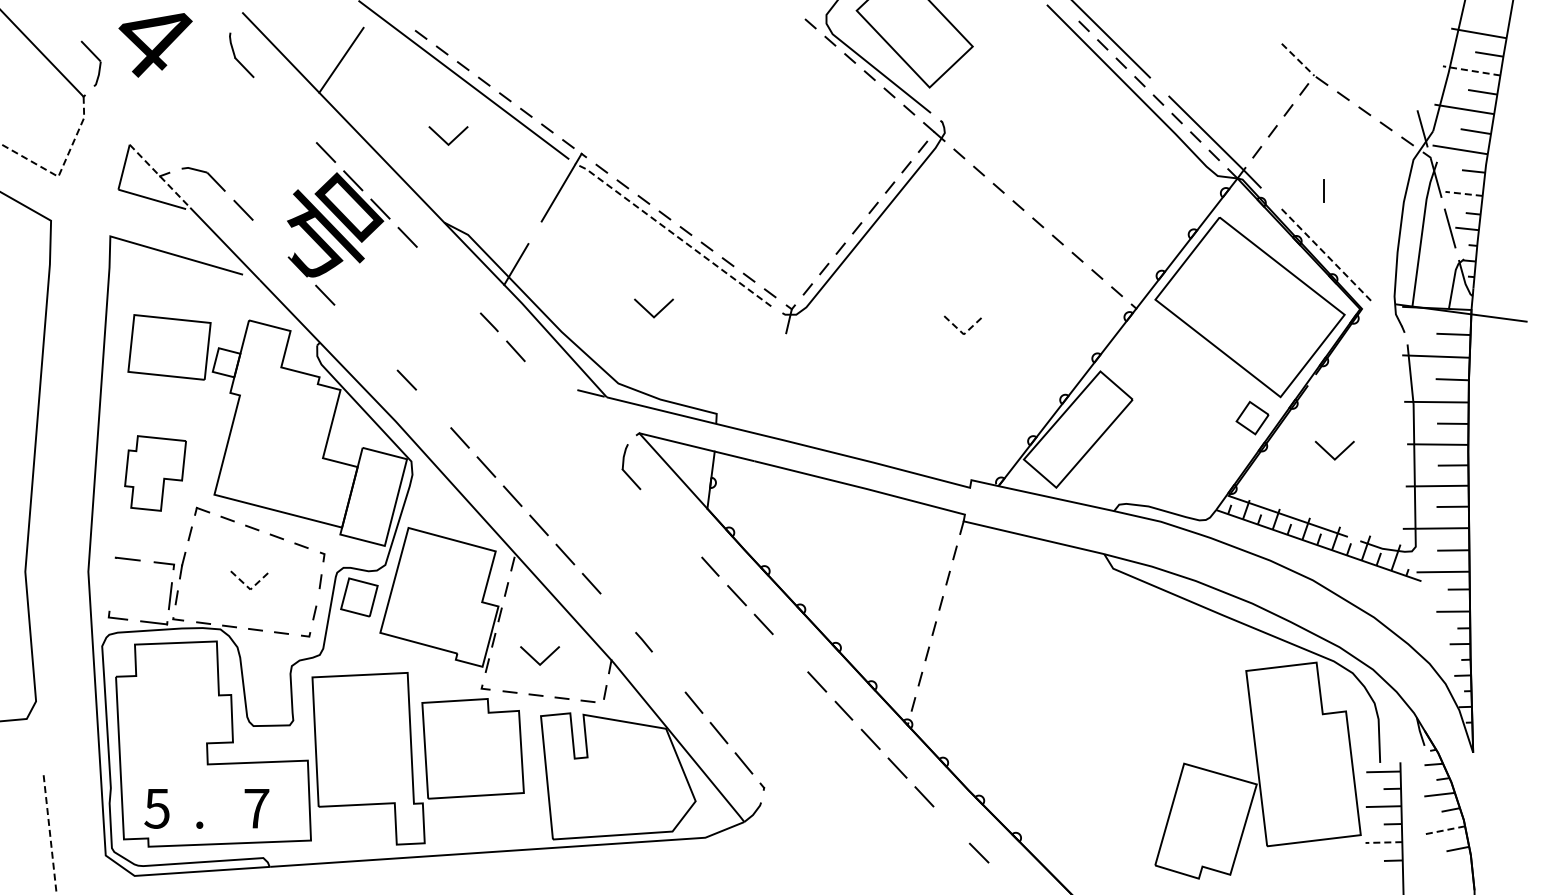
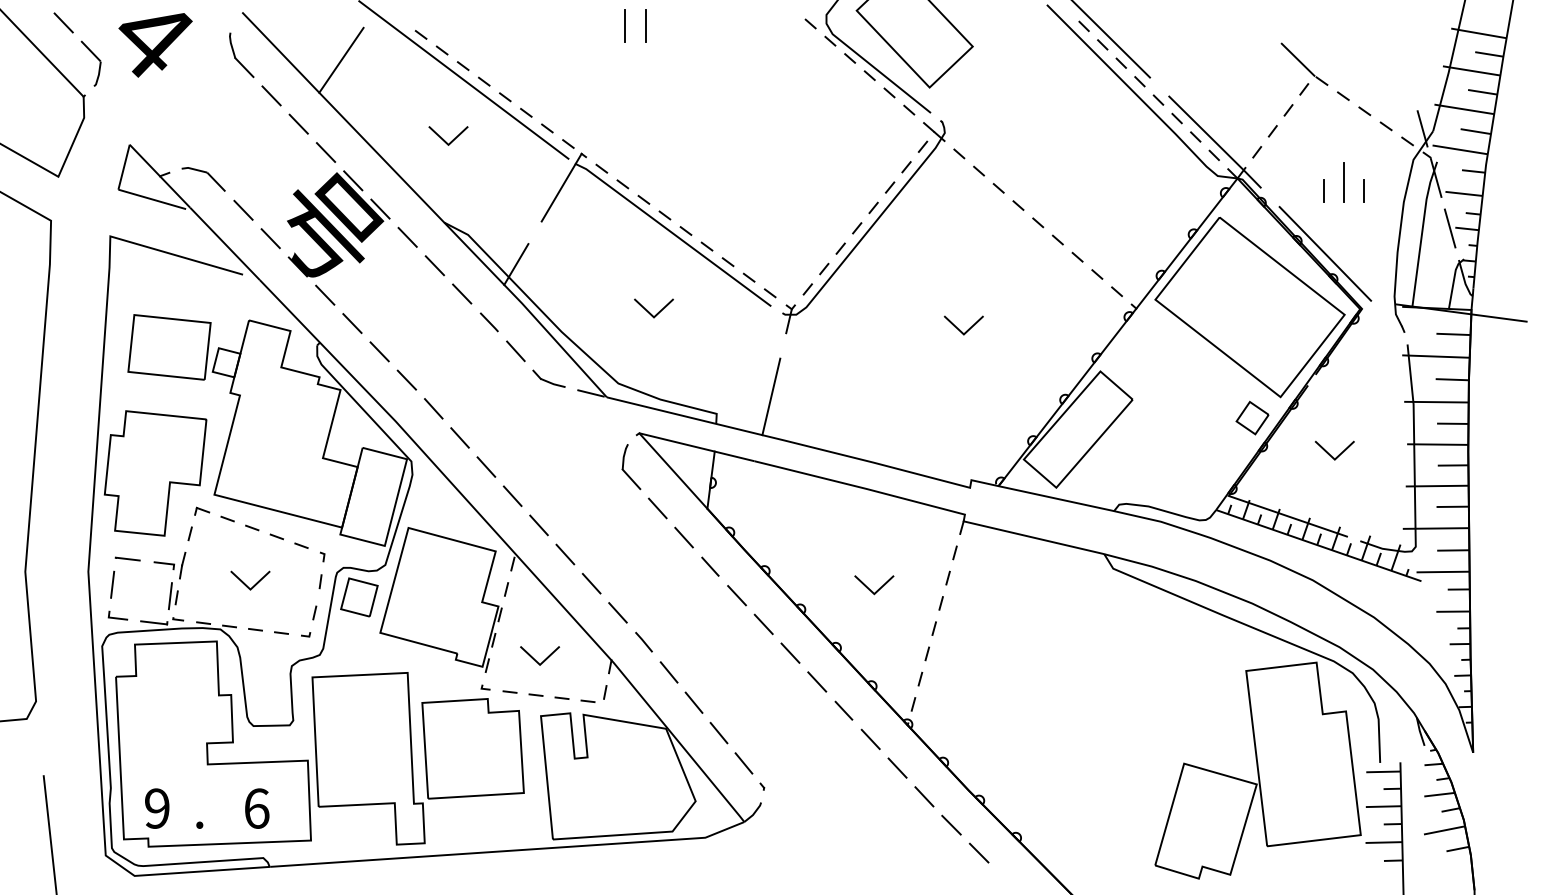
line at (63, 22): none -> present
line at (625, 25): none -> present
line at (646, 25): none -> present
line at (1298, 59): dashed -> solid
line at (1471, 70): dashed -> solid
line at (271, 95): none -> present
line at (298, 123): none -> present
line at (62, 167): dashed -> solid
line at (160, 176): dashed -> solid
line at (1344, 182): none -> present
line at (1363, 190): none -> present
line at (1464, 193): dashed -> solid
line at (672, 233): dashed -> solid
line at (270, 238): none -> present
line at (1325, 253): dashed -> solid
line at (434, 265): none -> present
line at (462, 293): none -> present
line at (352, 323): none -> present
line at (963, 334): dashed -> solid
line at (379, 351): none -> present
part at (548, 378): none -> present
line at (771, 396): none -> present
line at (433, 408): none -> present
part at (155, 473) size: 63x77 px -> 105x127 px
line at (657, 508): none -> present
line at (683, 537): none -> present
line at (112, 584): none -> present
line at (878, 588): none -> present
line at (250, 589): dashed -> solid
line at (617, 612): none -> present
line at (790, 652): none -> present
line at (668, 672): none -> present
text at (156, 808): 5 -> 9
text at (256, 808): 7 -> 6
line at (951, 824): none -> present
line at (1444, 830): dashed -> solid
line at (50, 834): dashed -> solid
line at (1383, 842): dashed -> solid
